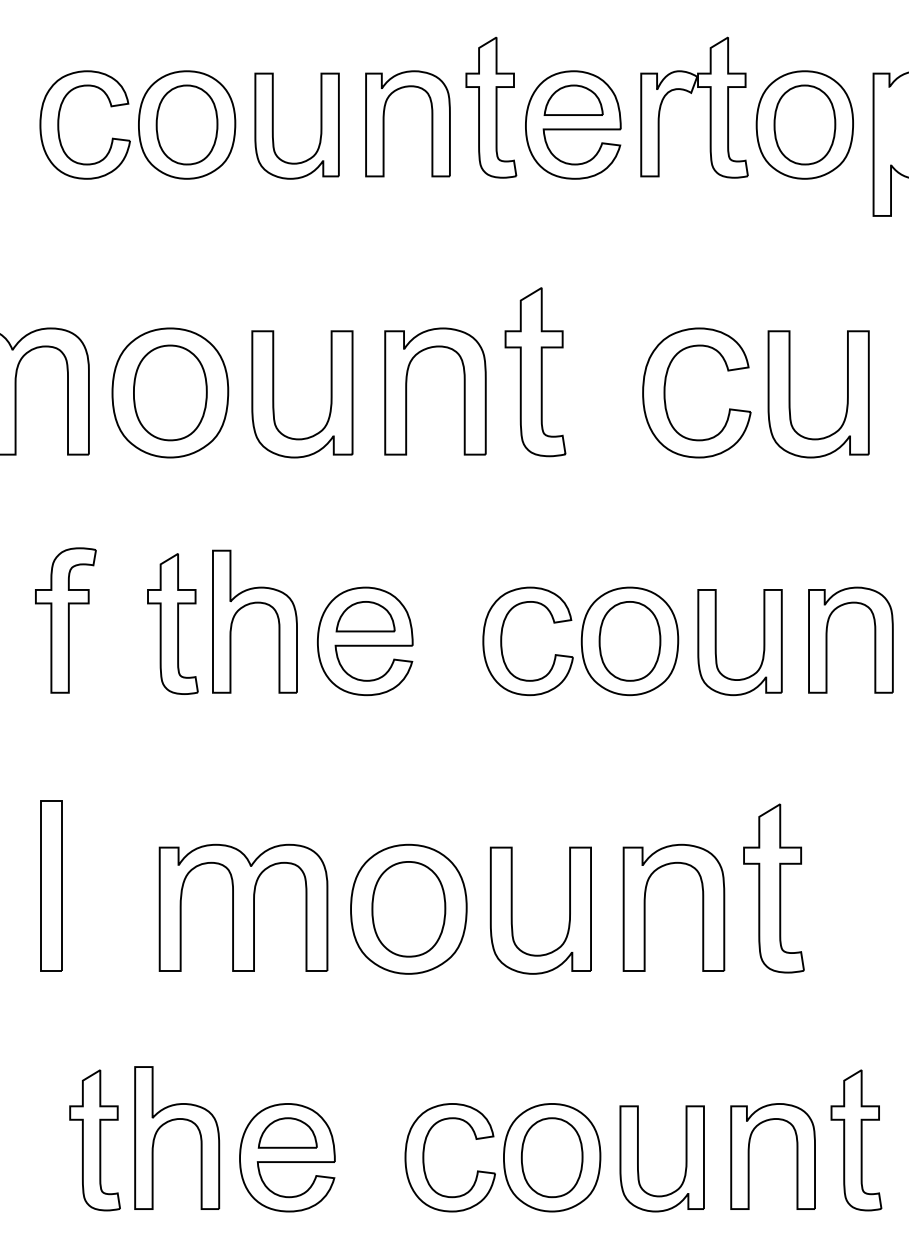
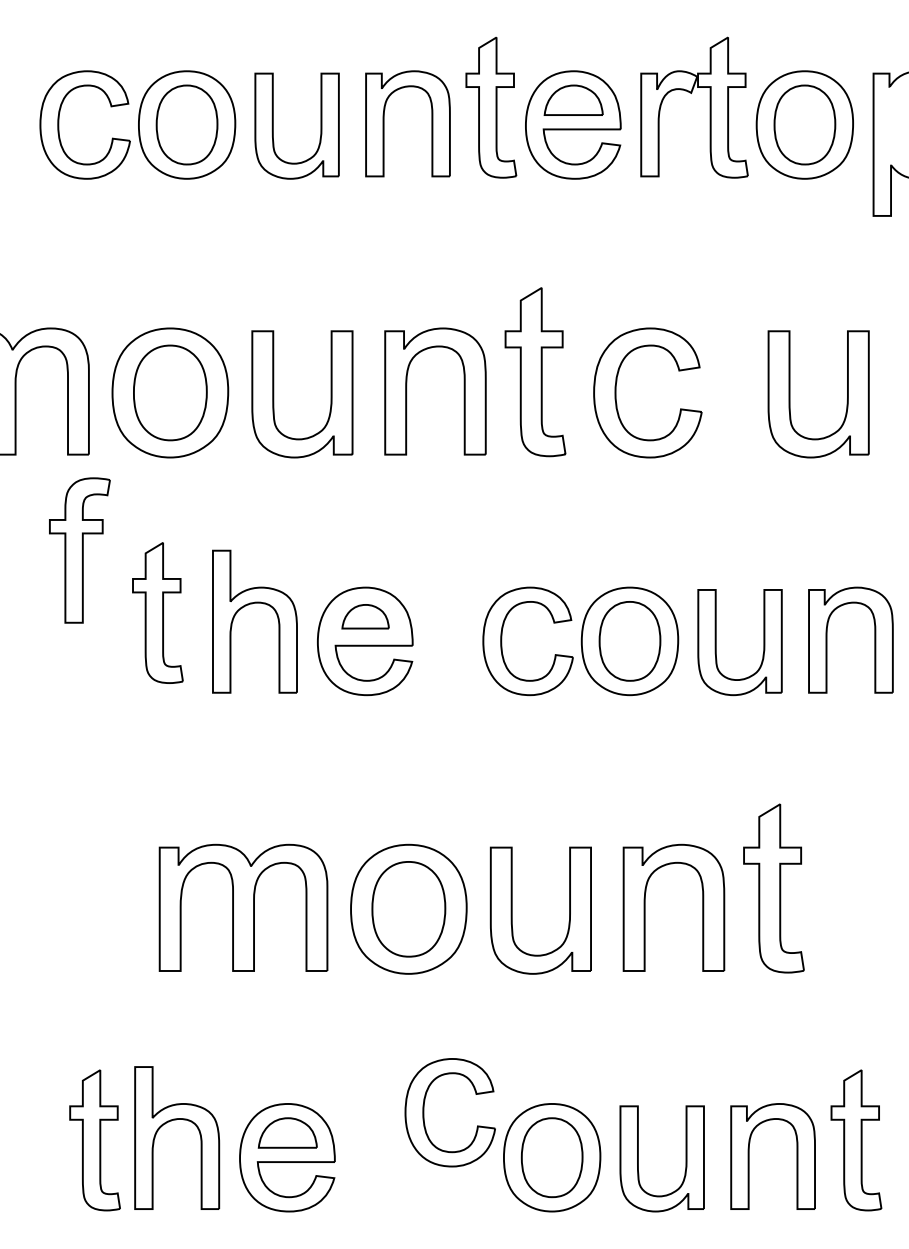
part at (665, 392) position: (665, 392) -> (616, 392)
part at (365, 616) size: 61x32 px -> 49x26 px
part at (65, 620) position: (65, 620) -> (79, 550)
part at (172, 623) position: (172, 623) -> (157, 612)
part at (51, 885): present -> none
part at (424, 1157) position: (424, 1157) -> (424, 1112)
